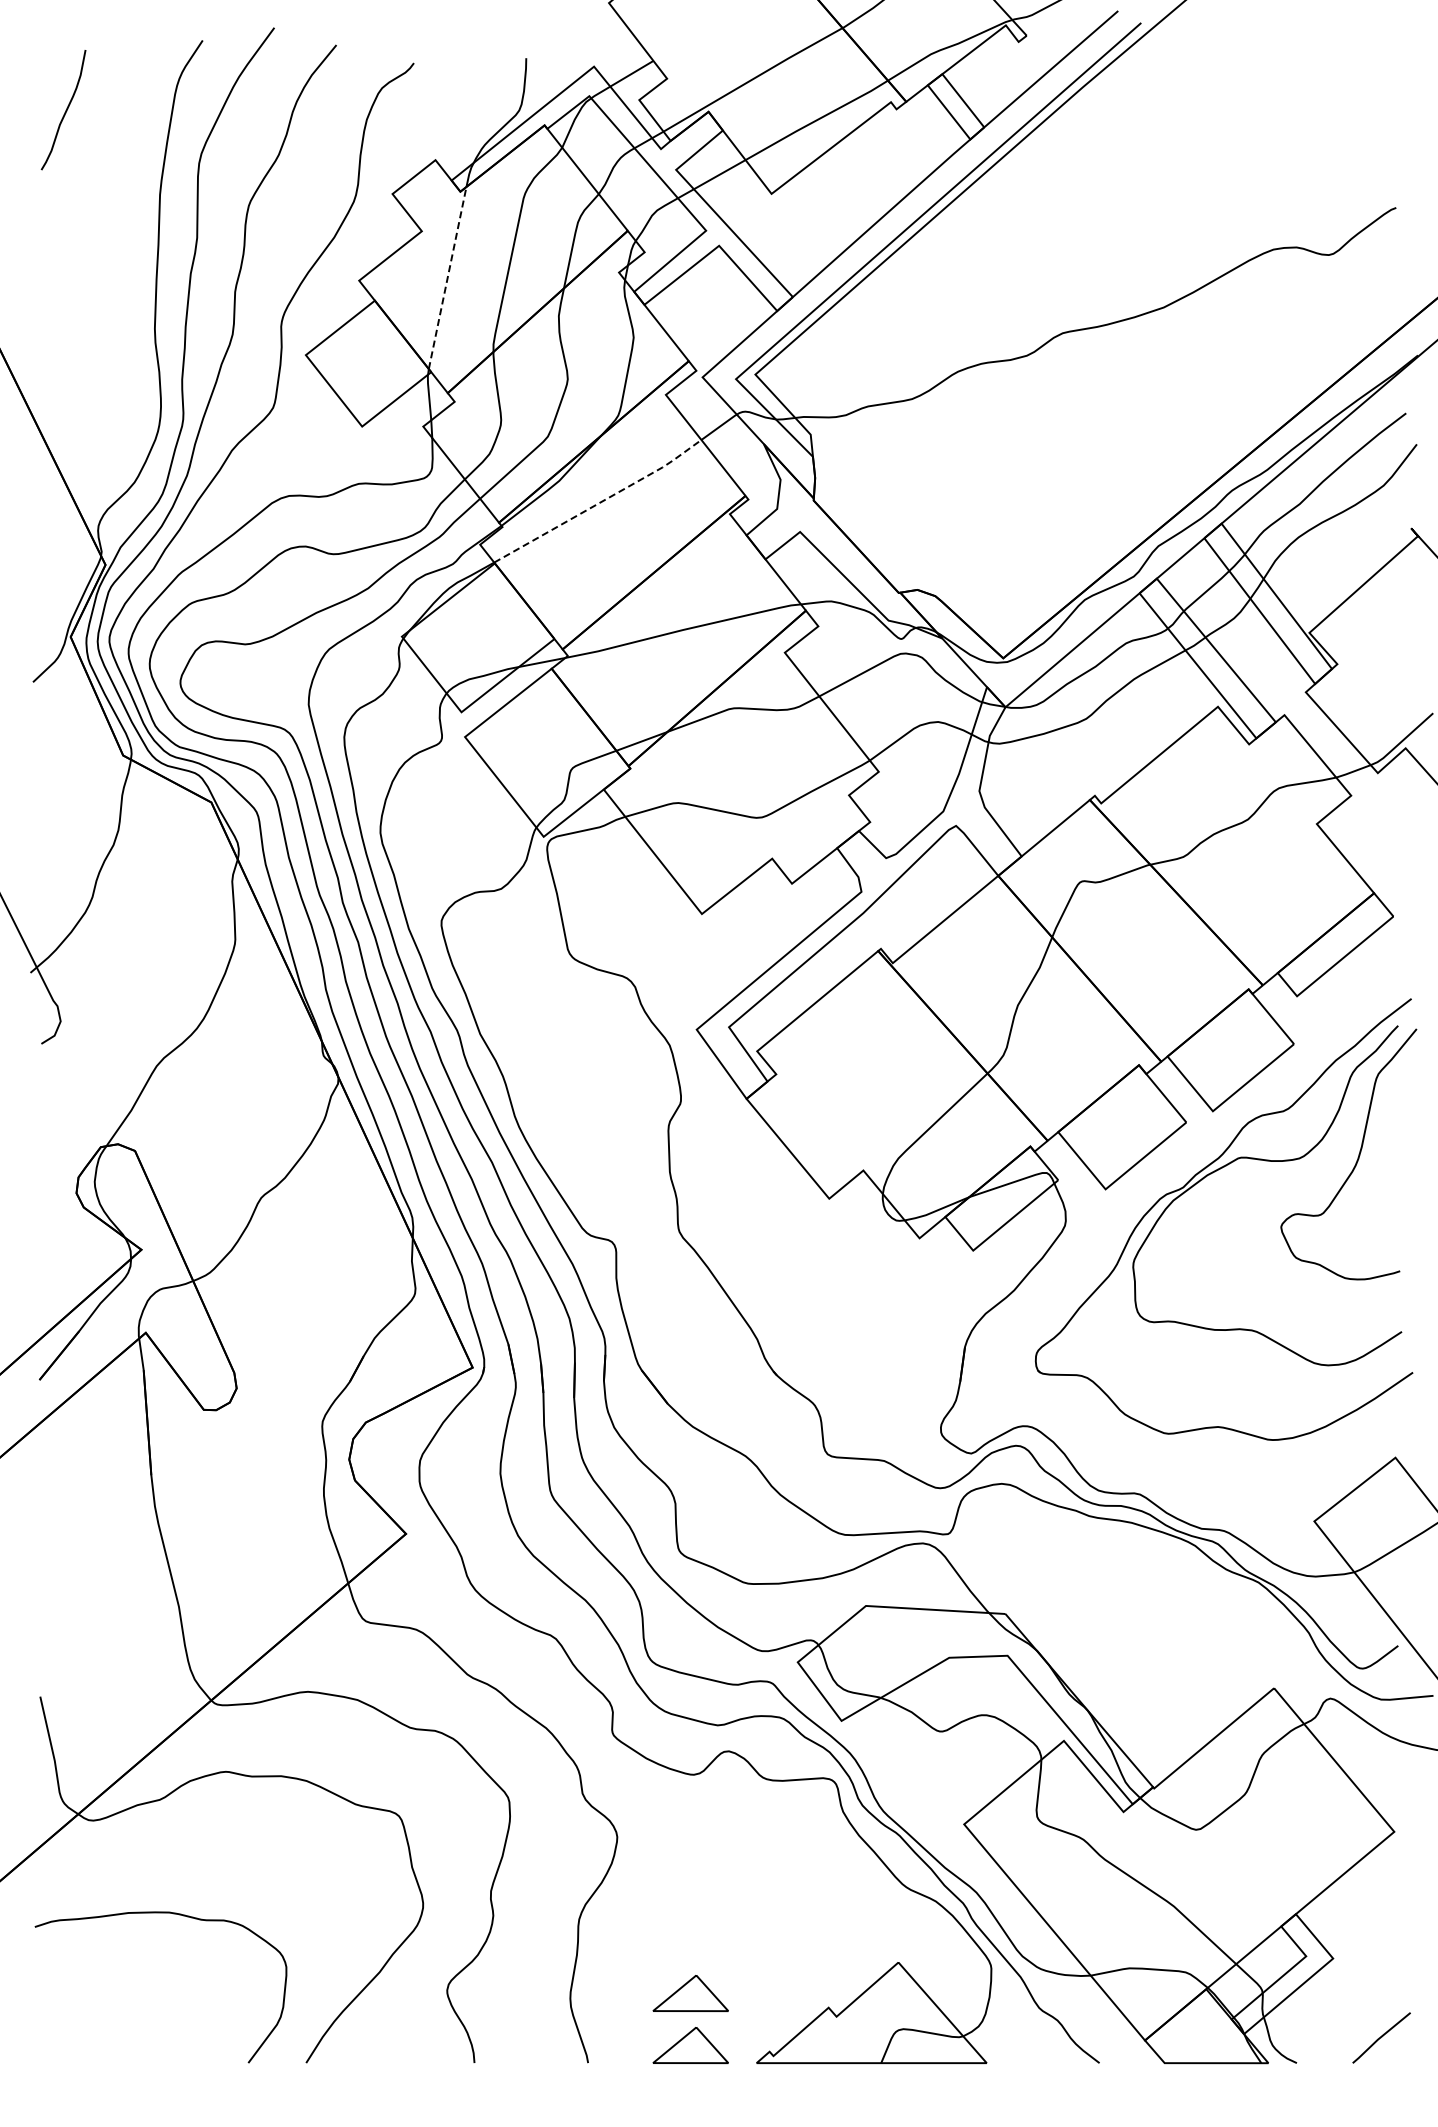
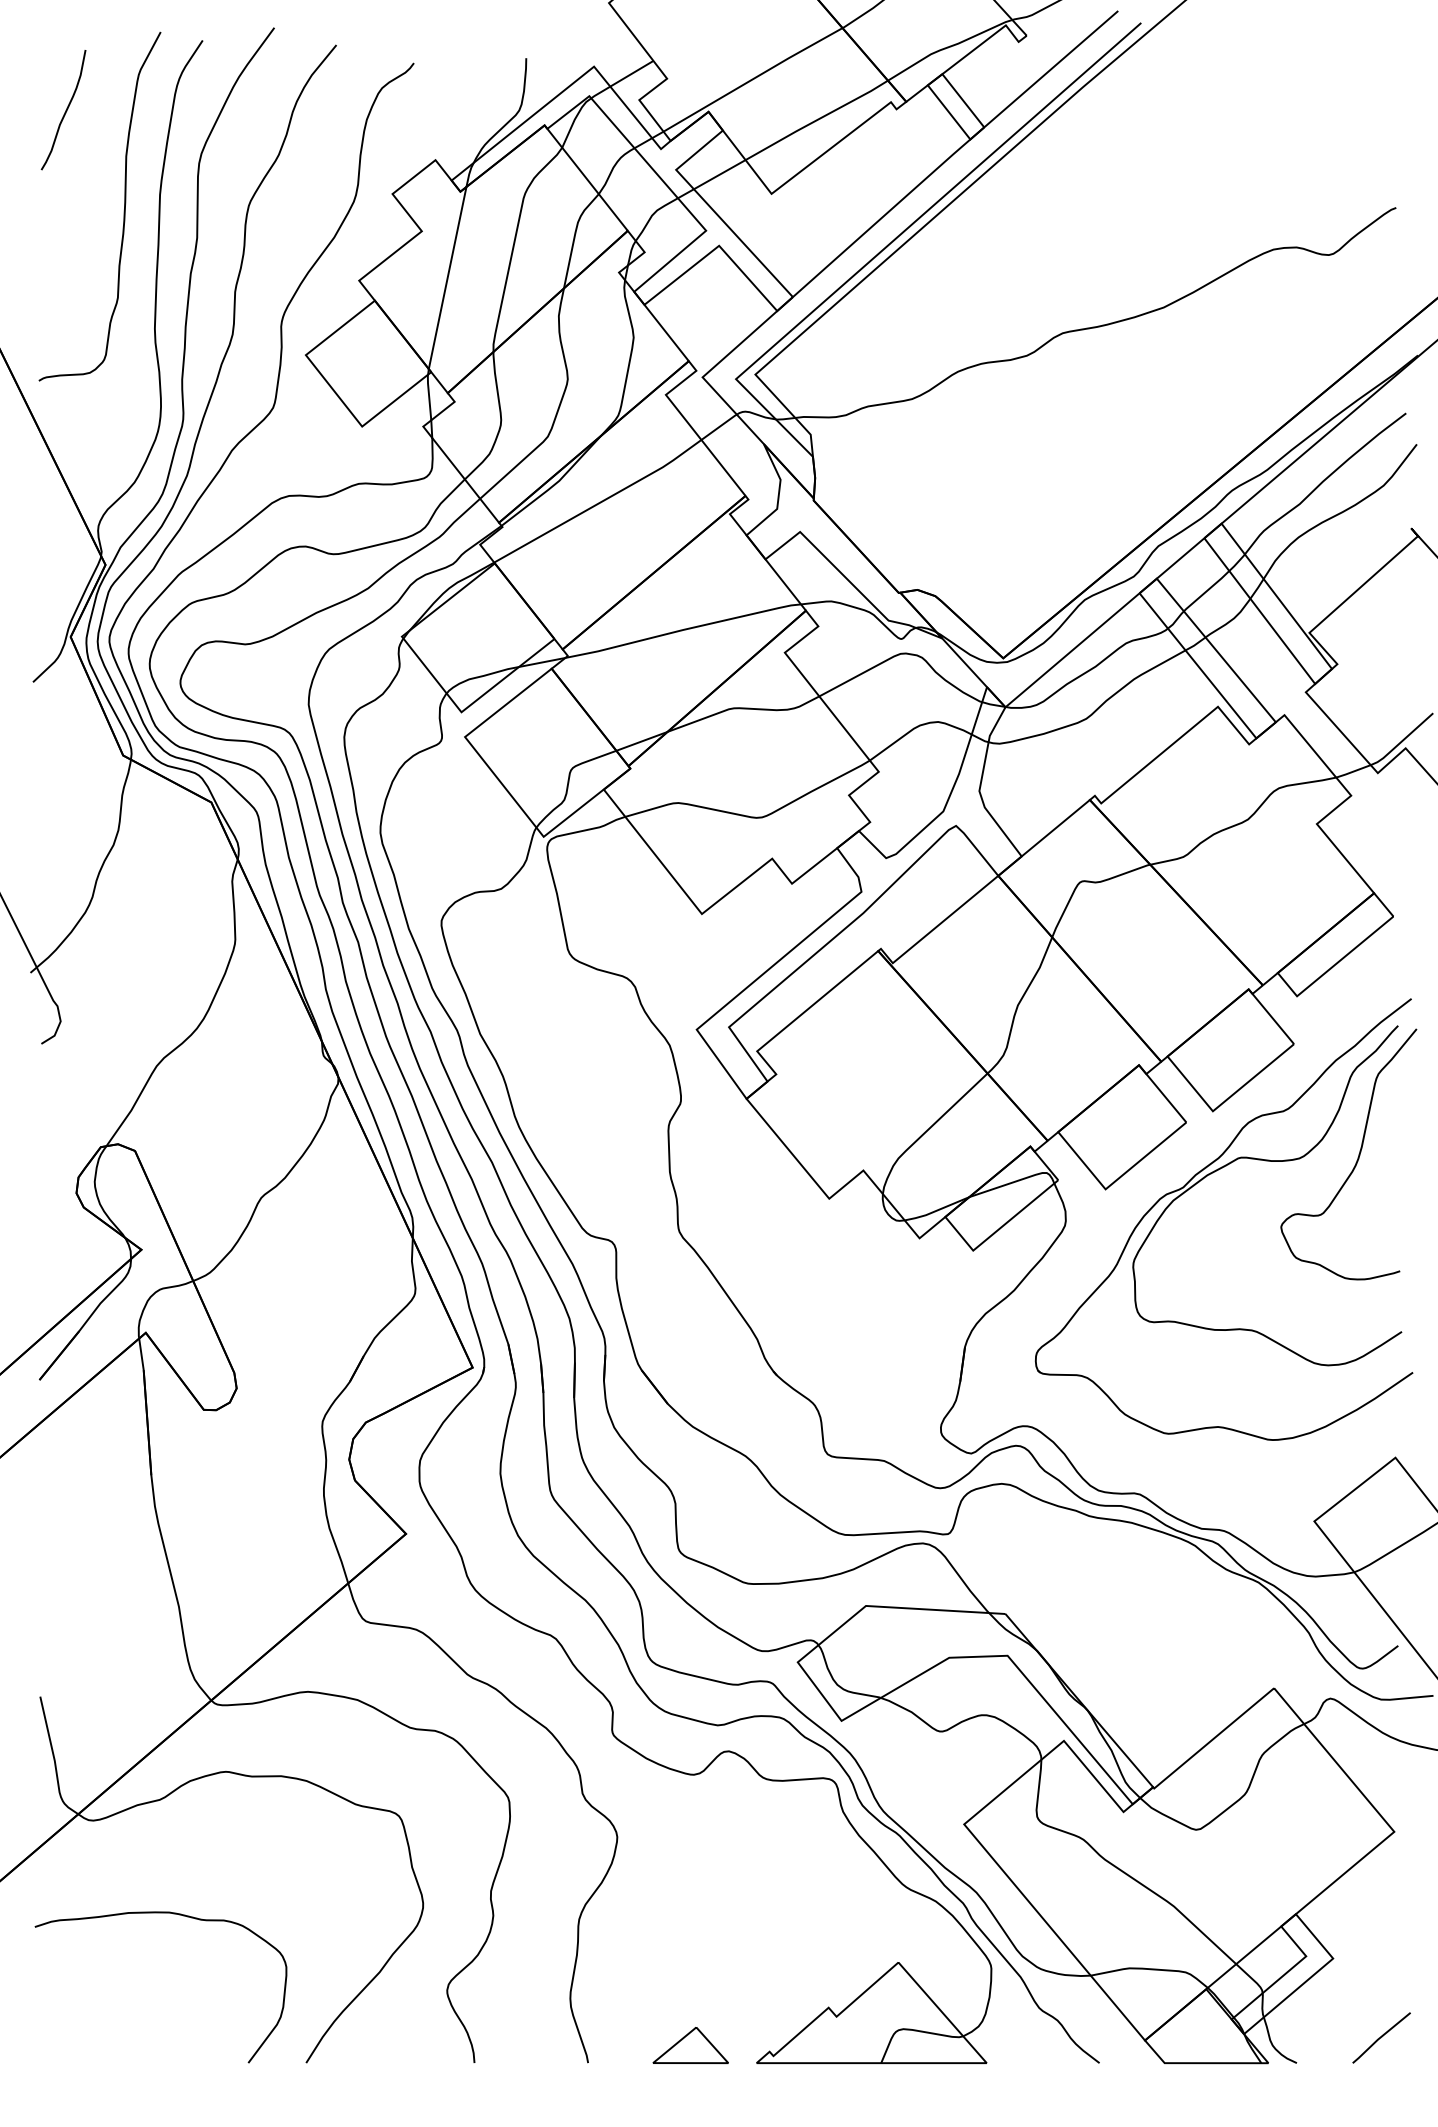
curve at (123, 210): none -> present
line at (447, 278): dashed -> solid
line at (600, 502): dashed -> solid
part at (690, 1993): present -> none
